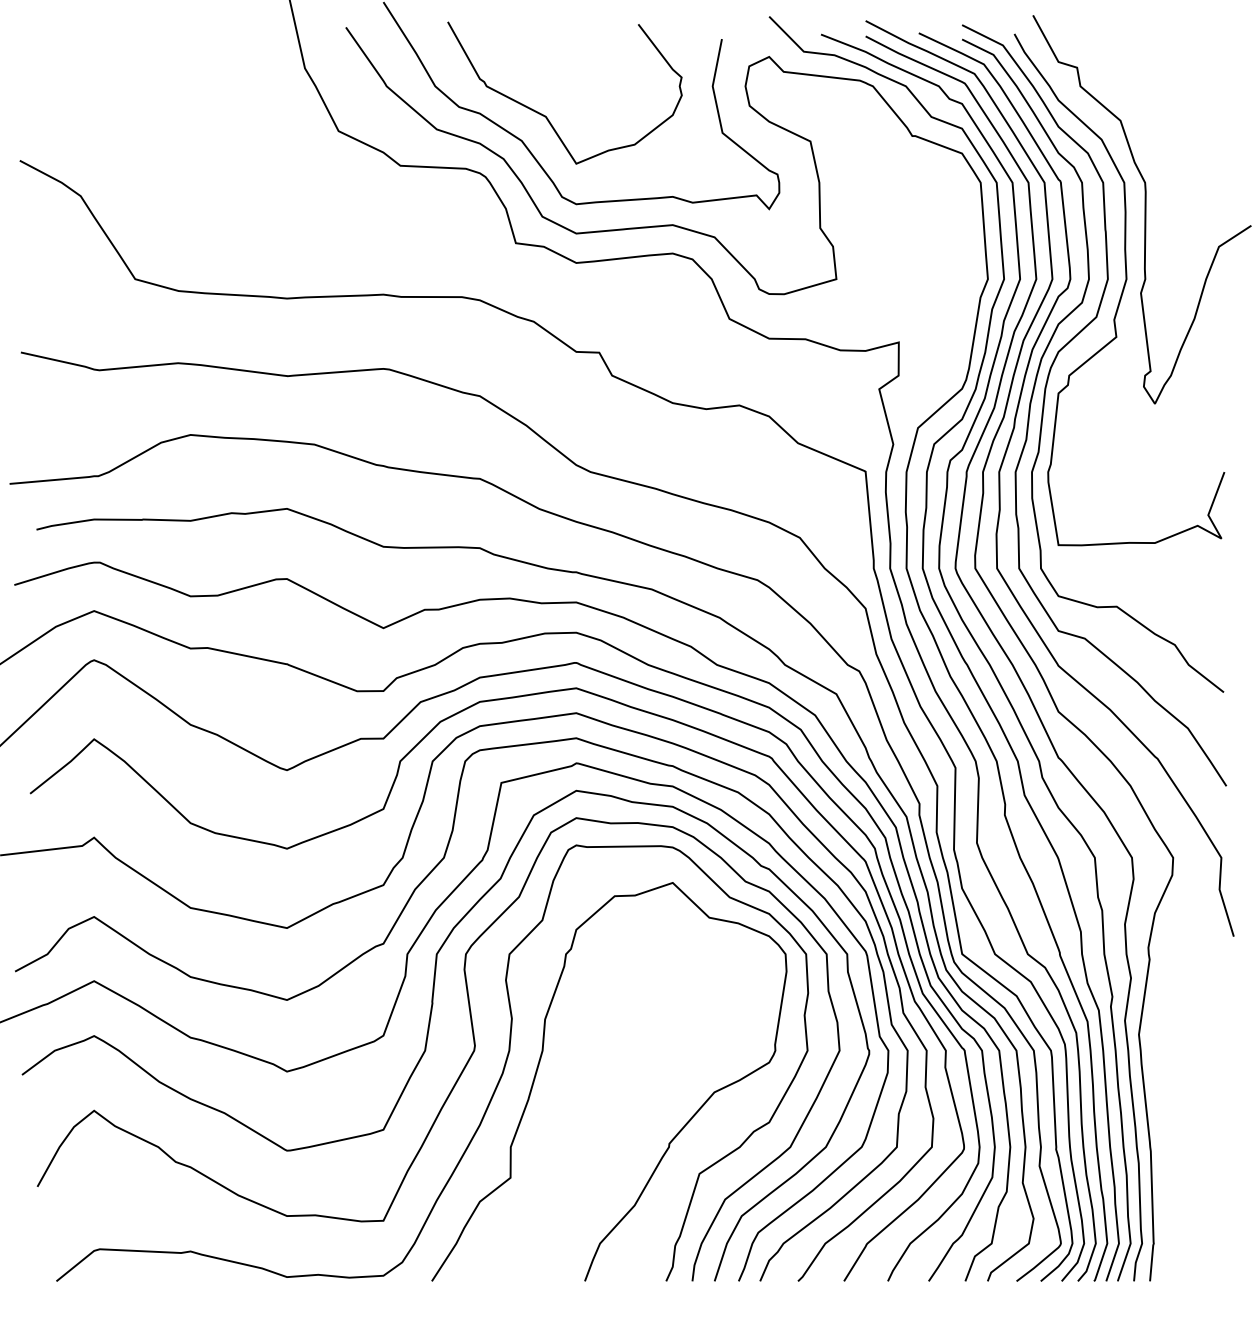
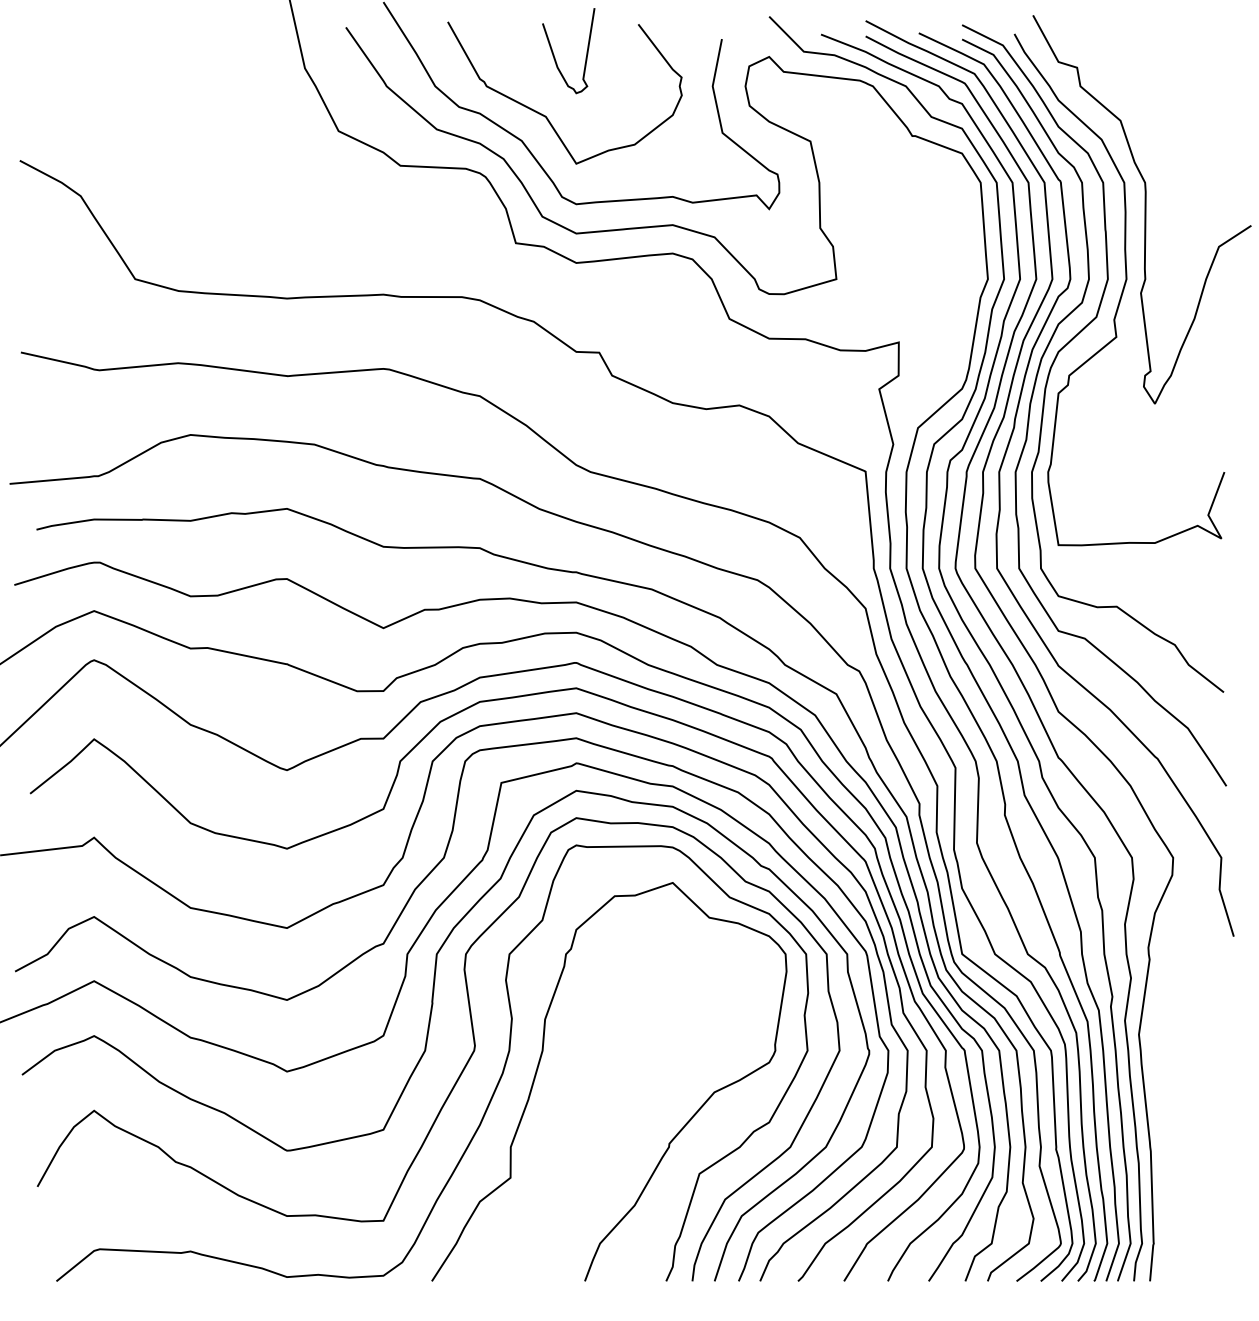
curve at (554, 54): none -> present
